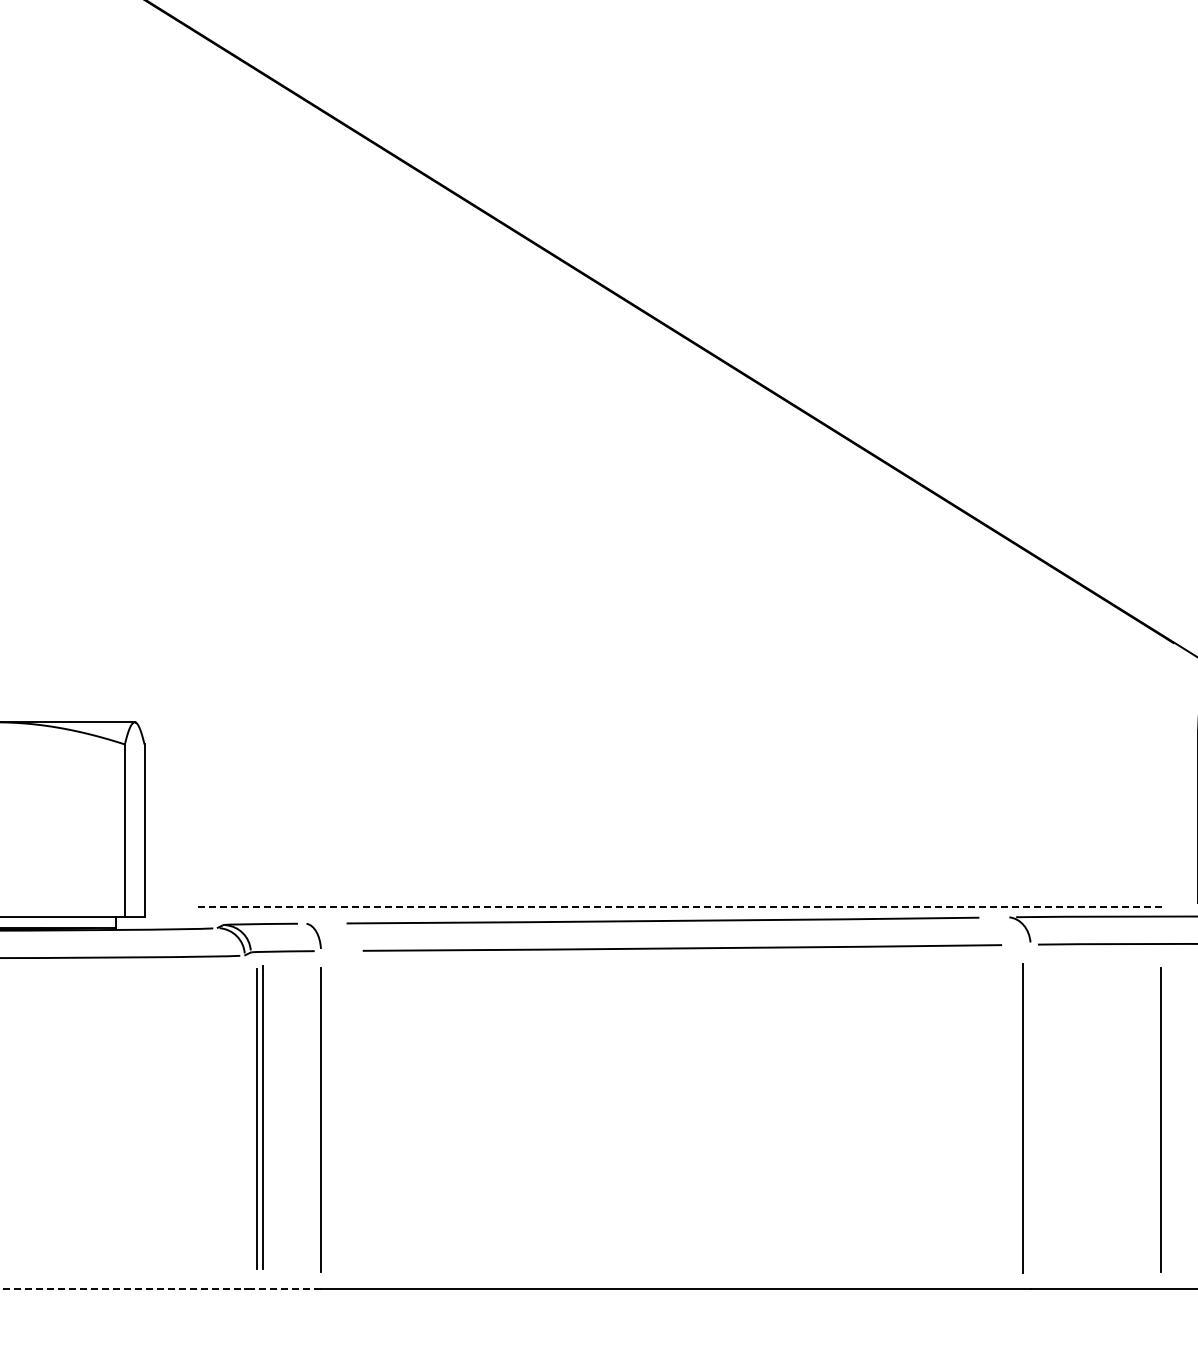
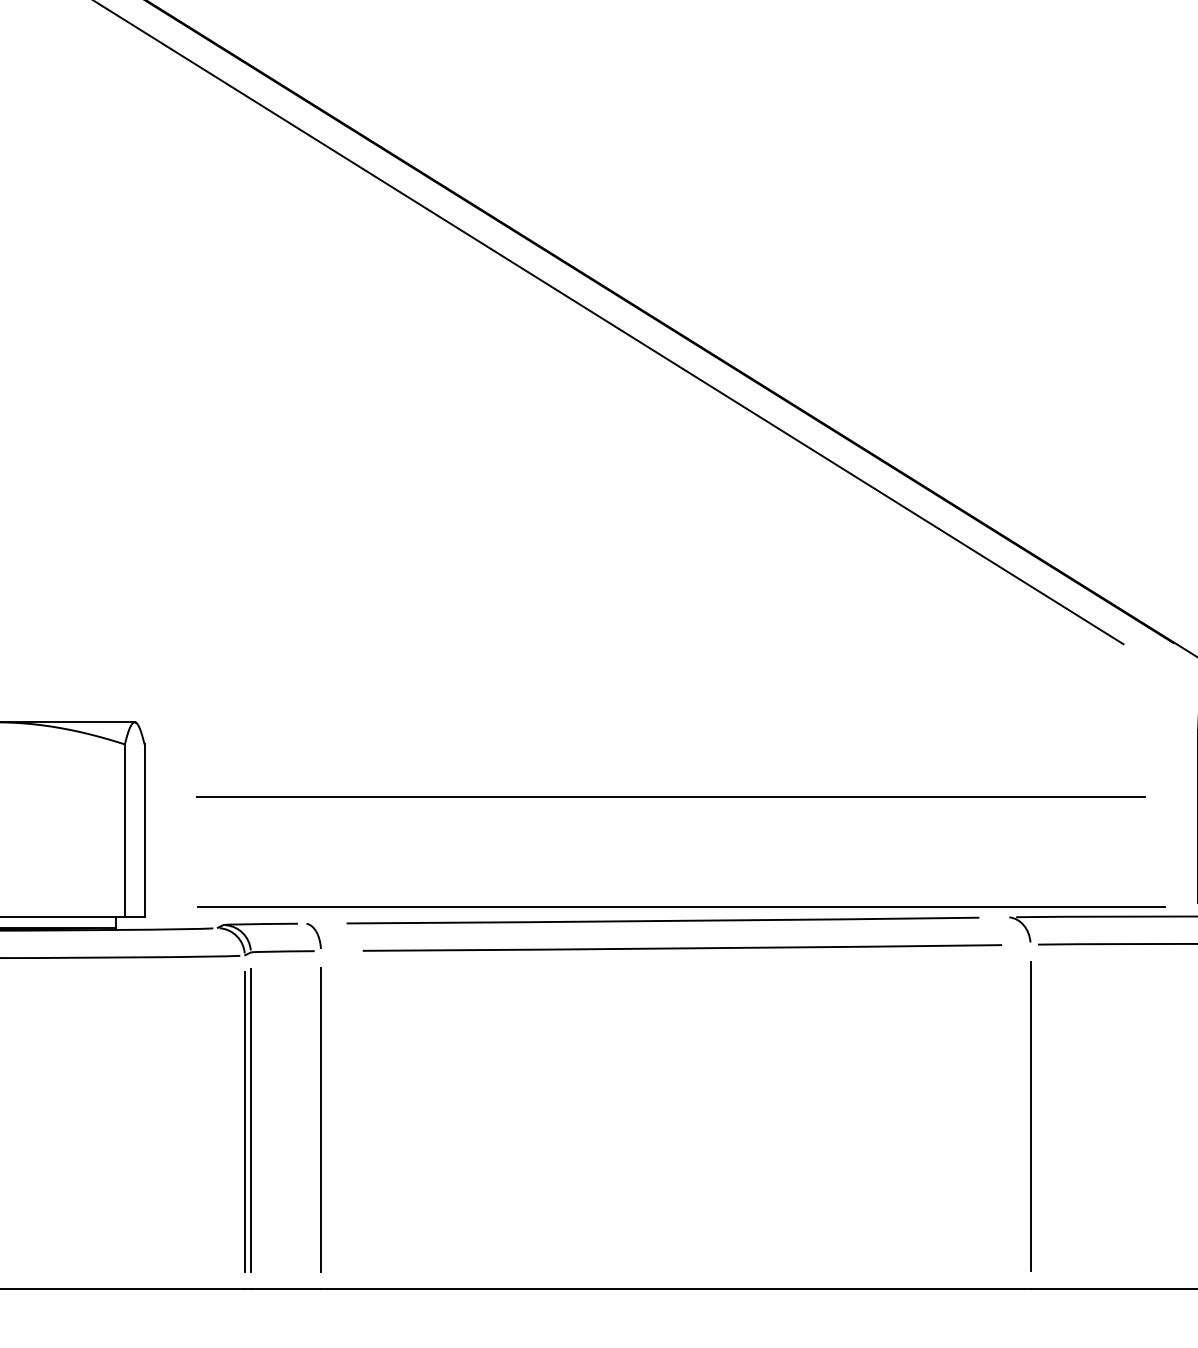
line at (609, 323): none -> present
line at (671, 797): none -> present
line at (682, 906): dashed -> solid
part at (259, 1117) position: (259, 1117) -> (247, 1120)
line at (1022, 1118) position: (1022, 1118) -> (1030, 1116)
line at (1160, 1119): present -> none
line at (122, 1288): dashed -> solid
line at (285, 1288): dashed -> solid
